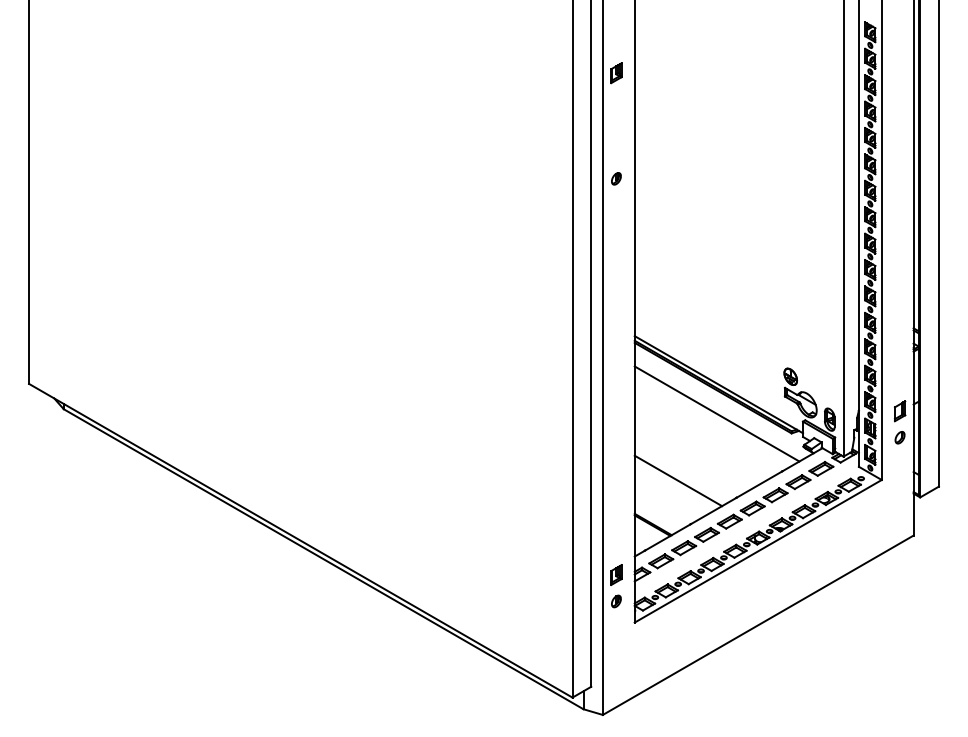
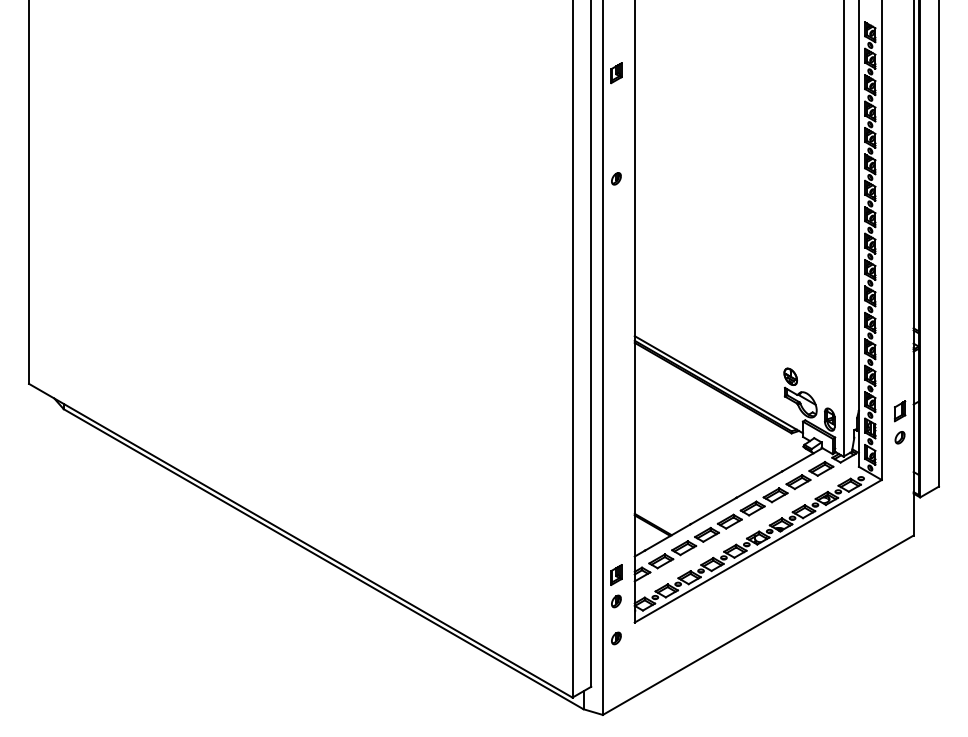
line at (716, 413): present -> none
line at (678, 480): present -> none
part at (616, 638): none -> present
